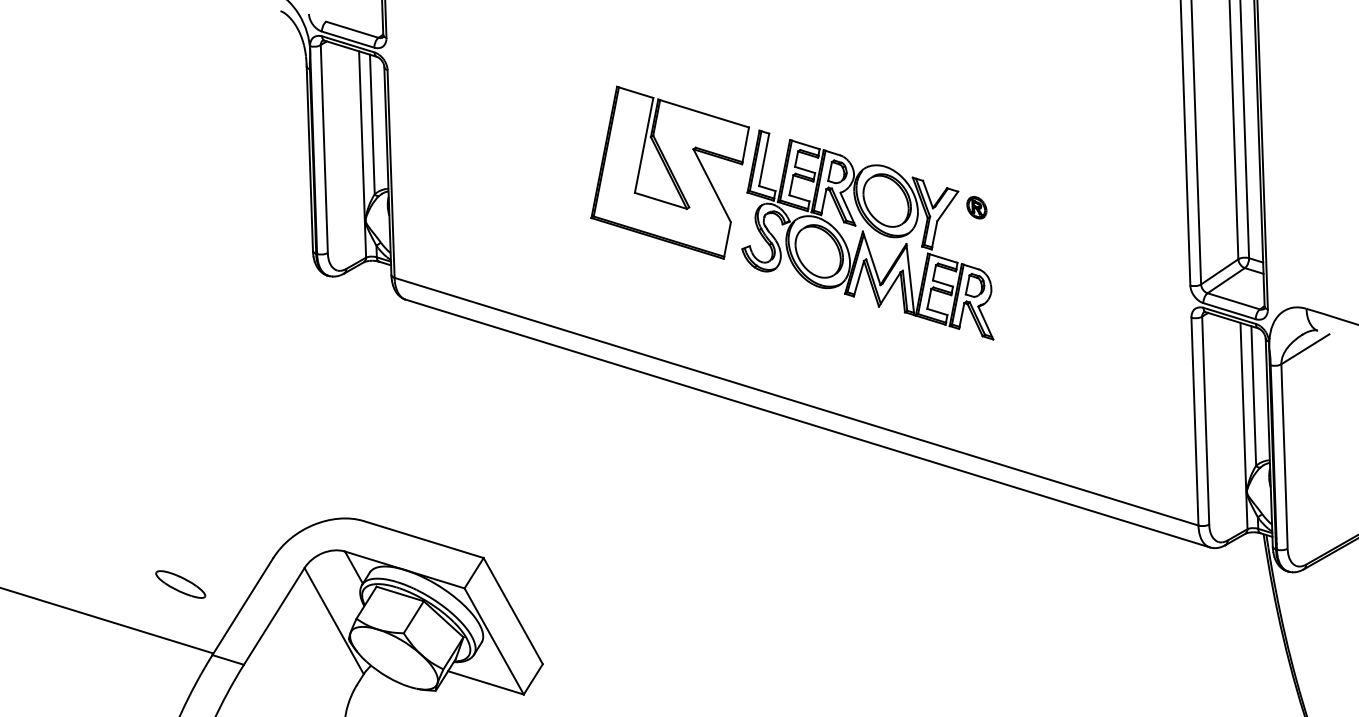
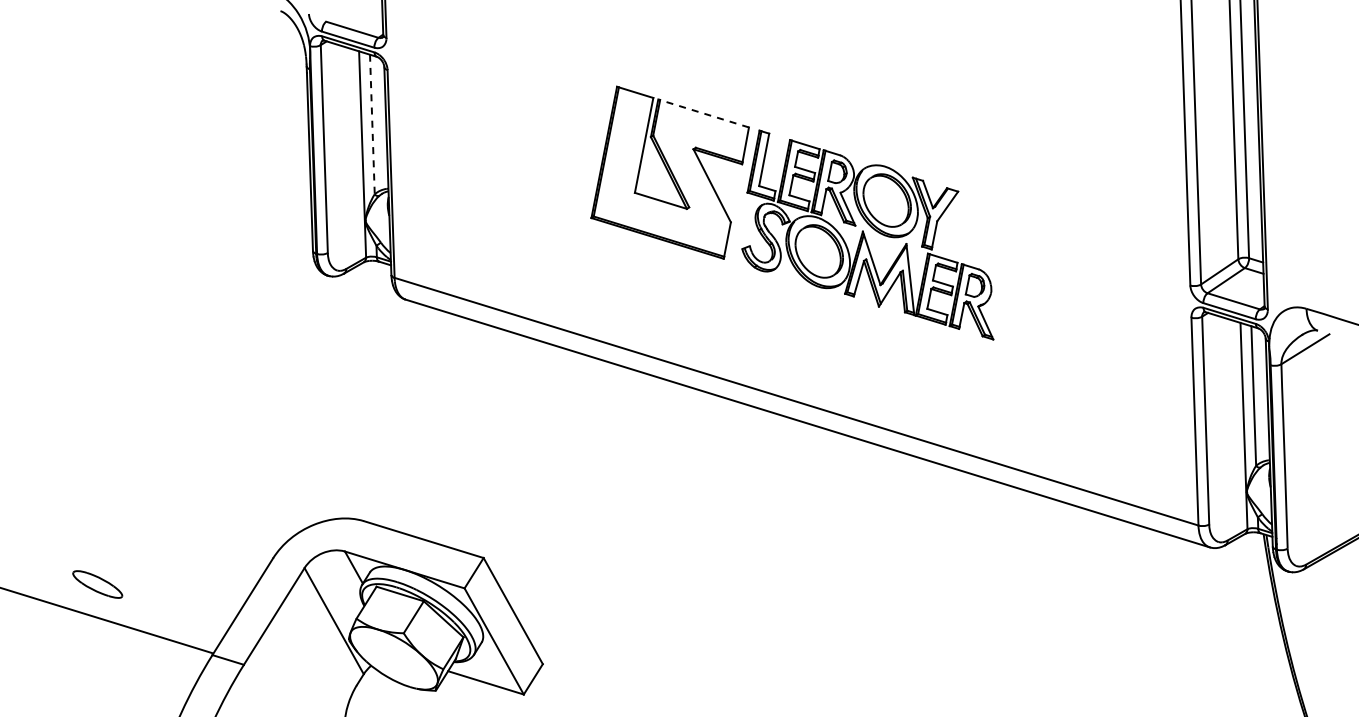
line at (703, 113): solid -> dashed
line at (372, 124): solid -> dashed
part at (976, 207): present -> none
part at (180, 584) position: (180, 584) -> (97, 584)
